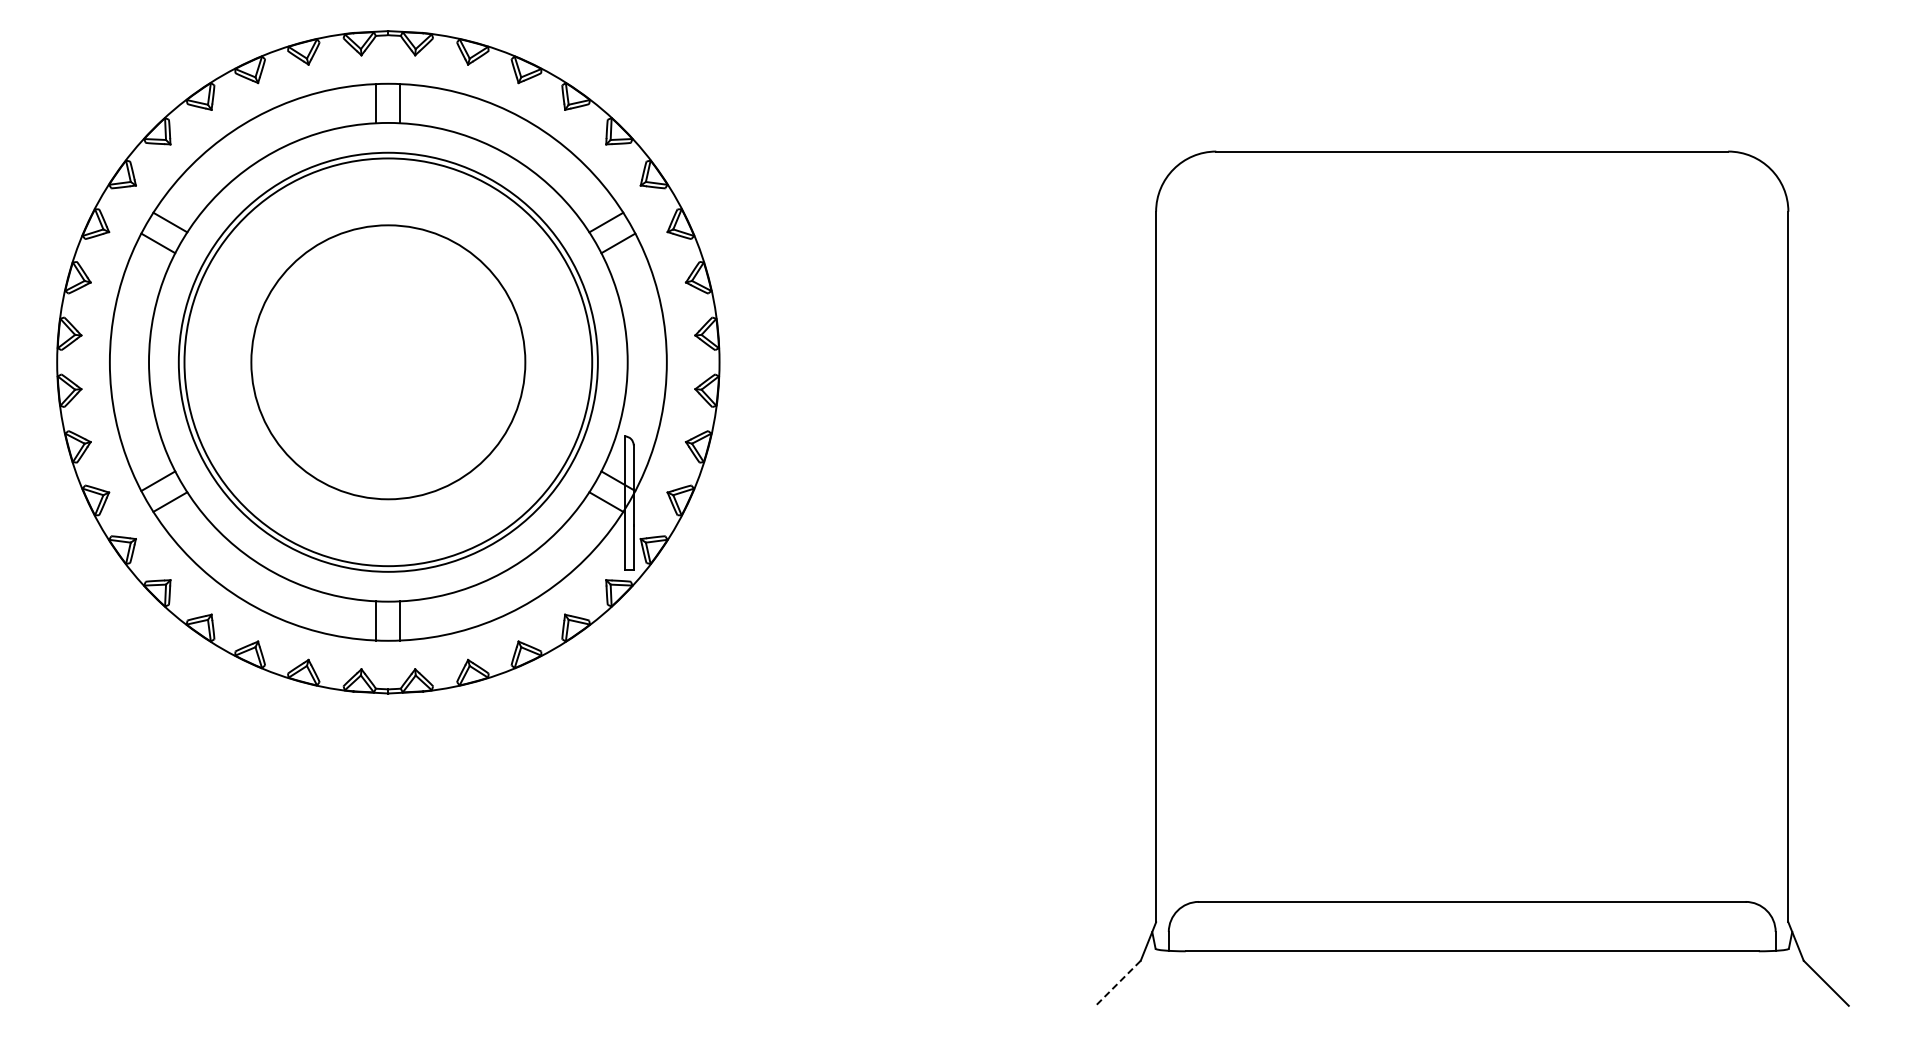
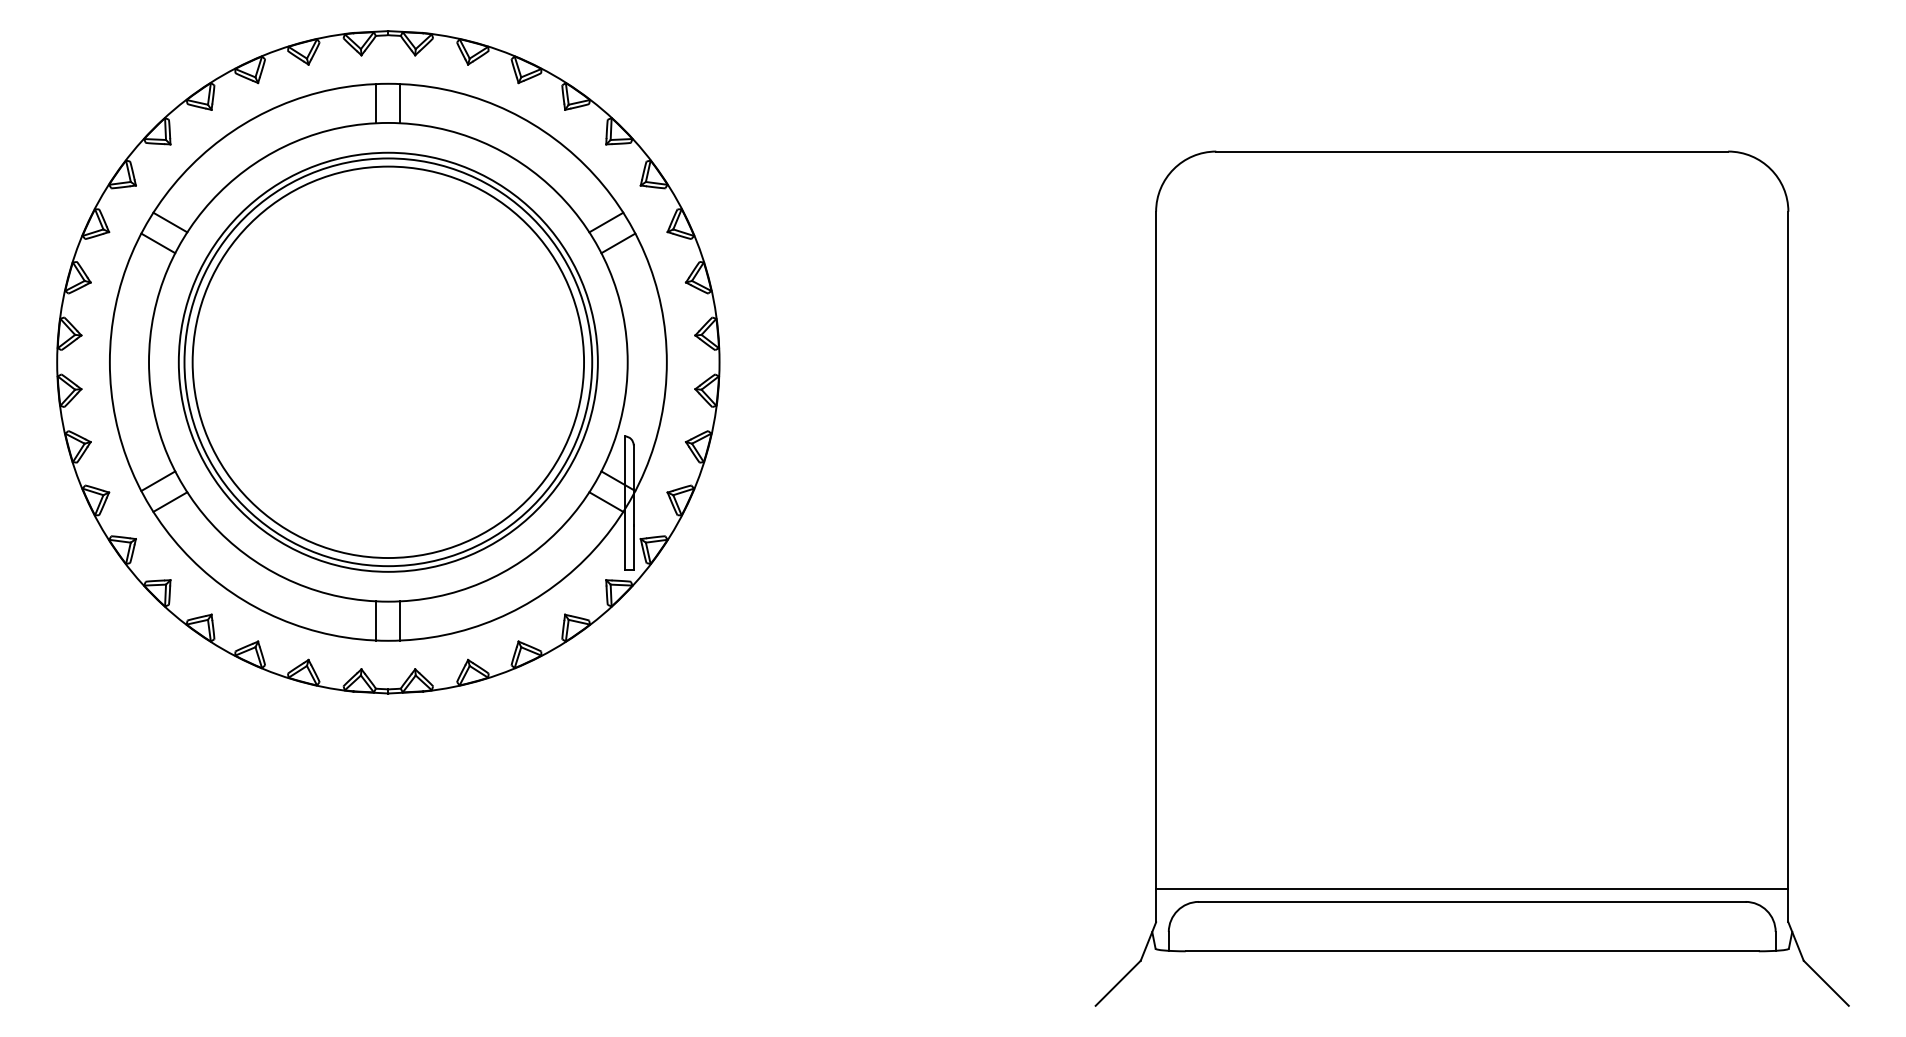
circle at (388, 362) diameter: 274 px -> 391 px
line at (1472, 889): none -> present
line at (1118, 983): dashed -> solid
